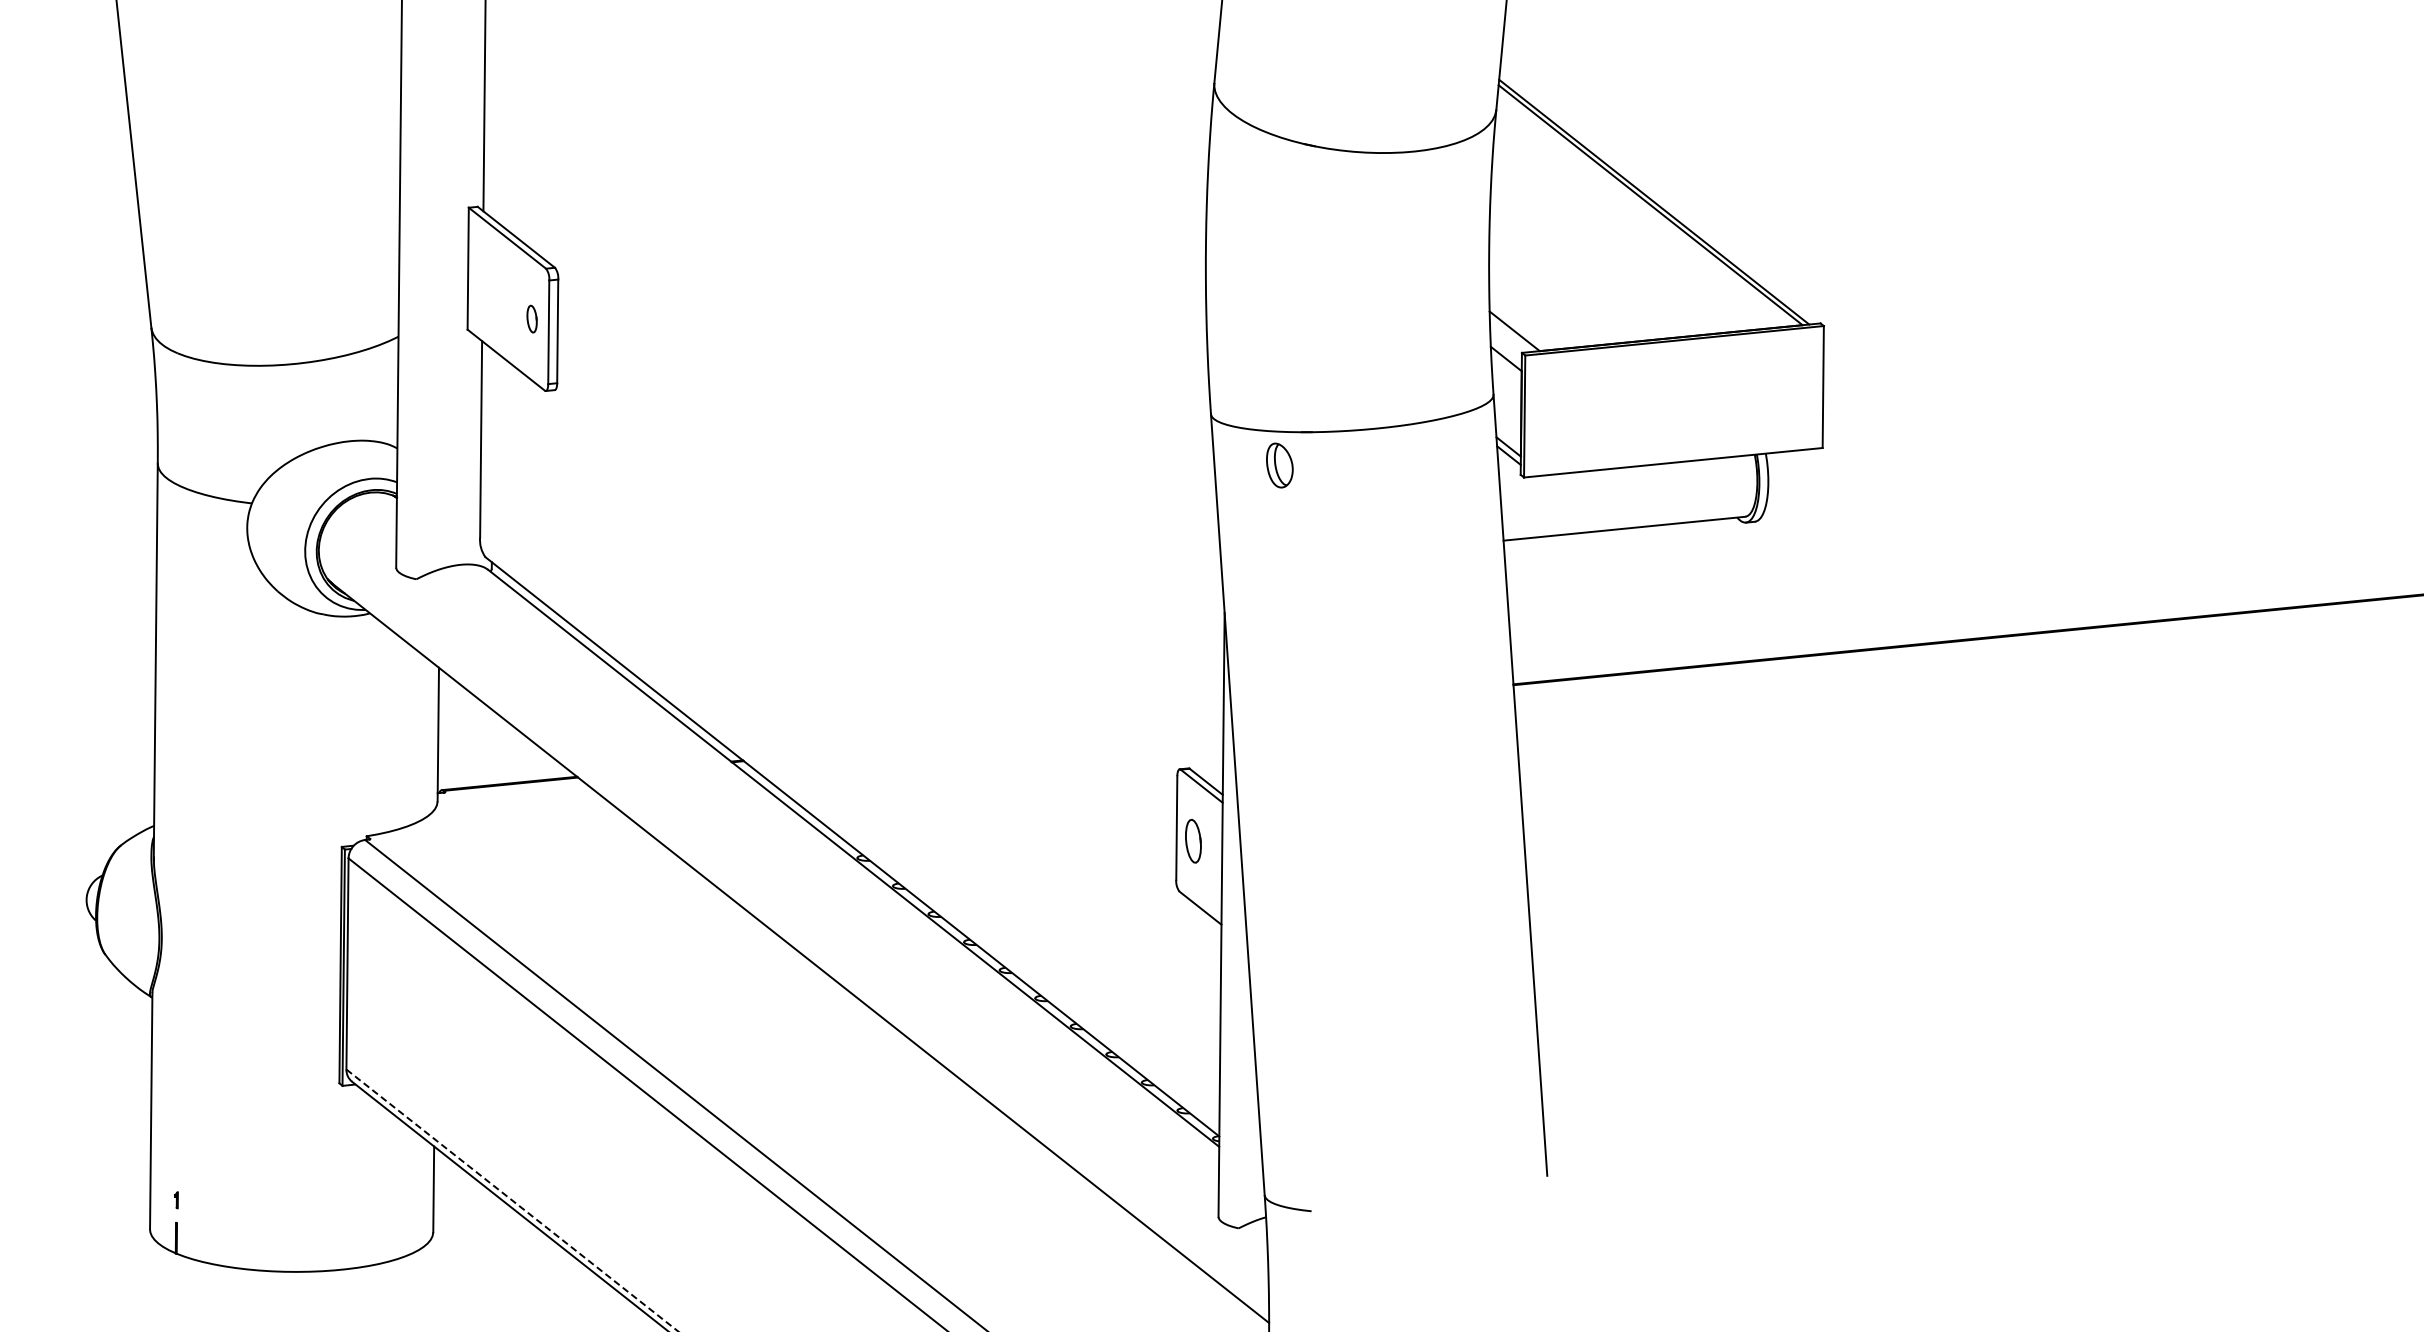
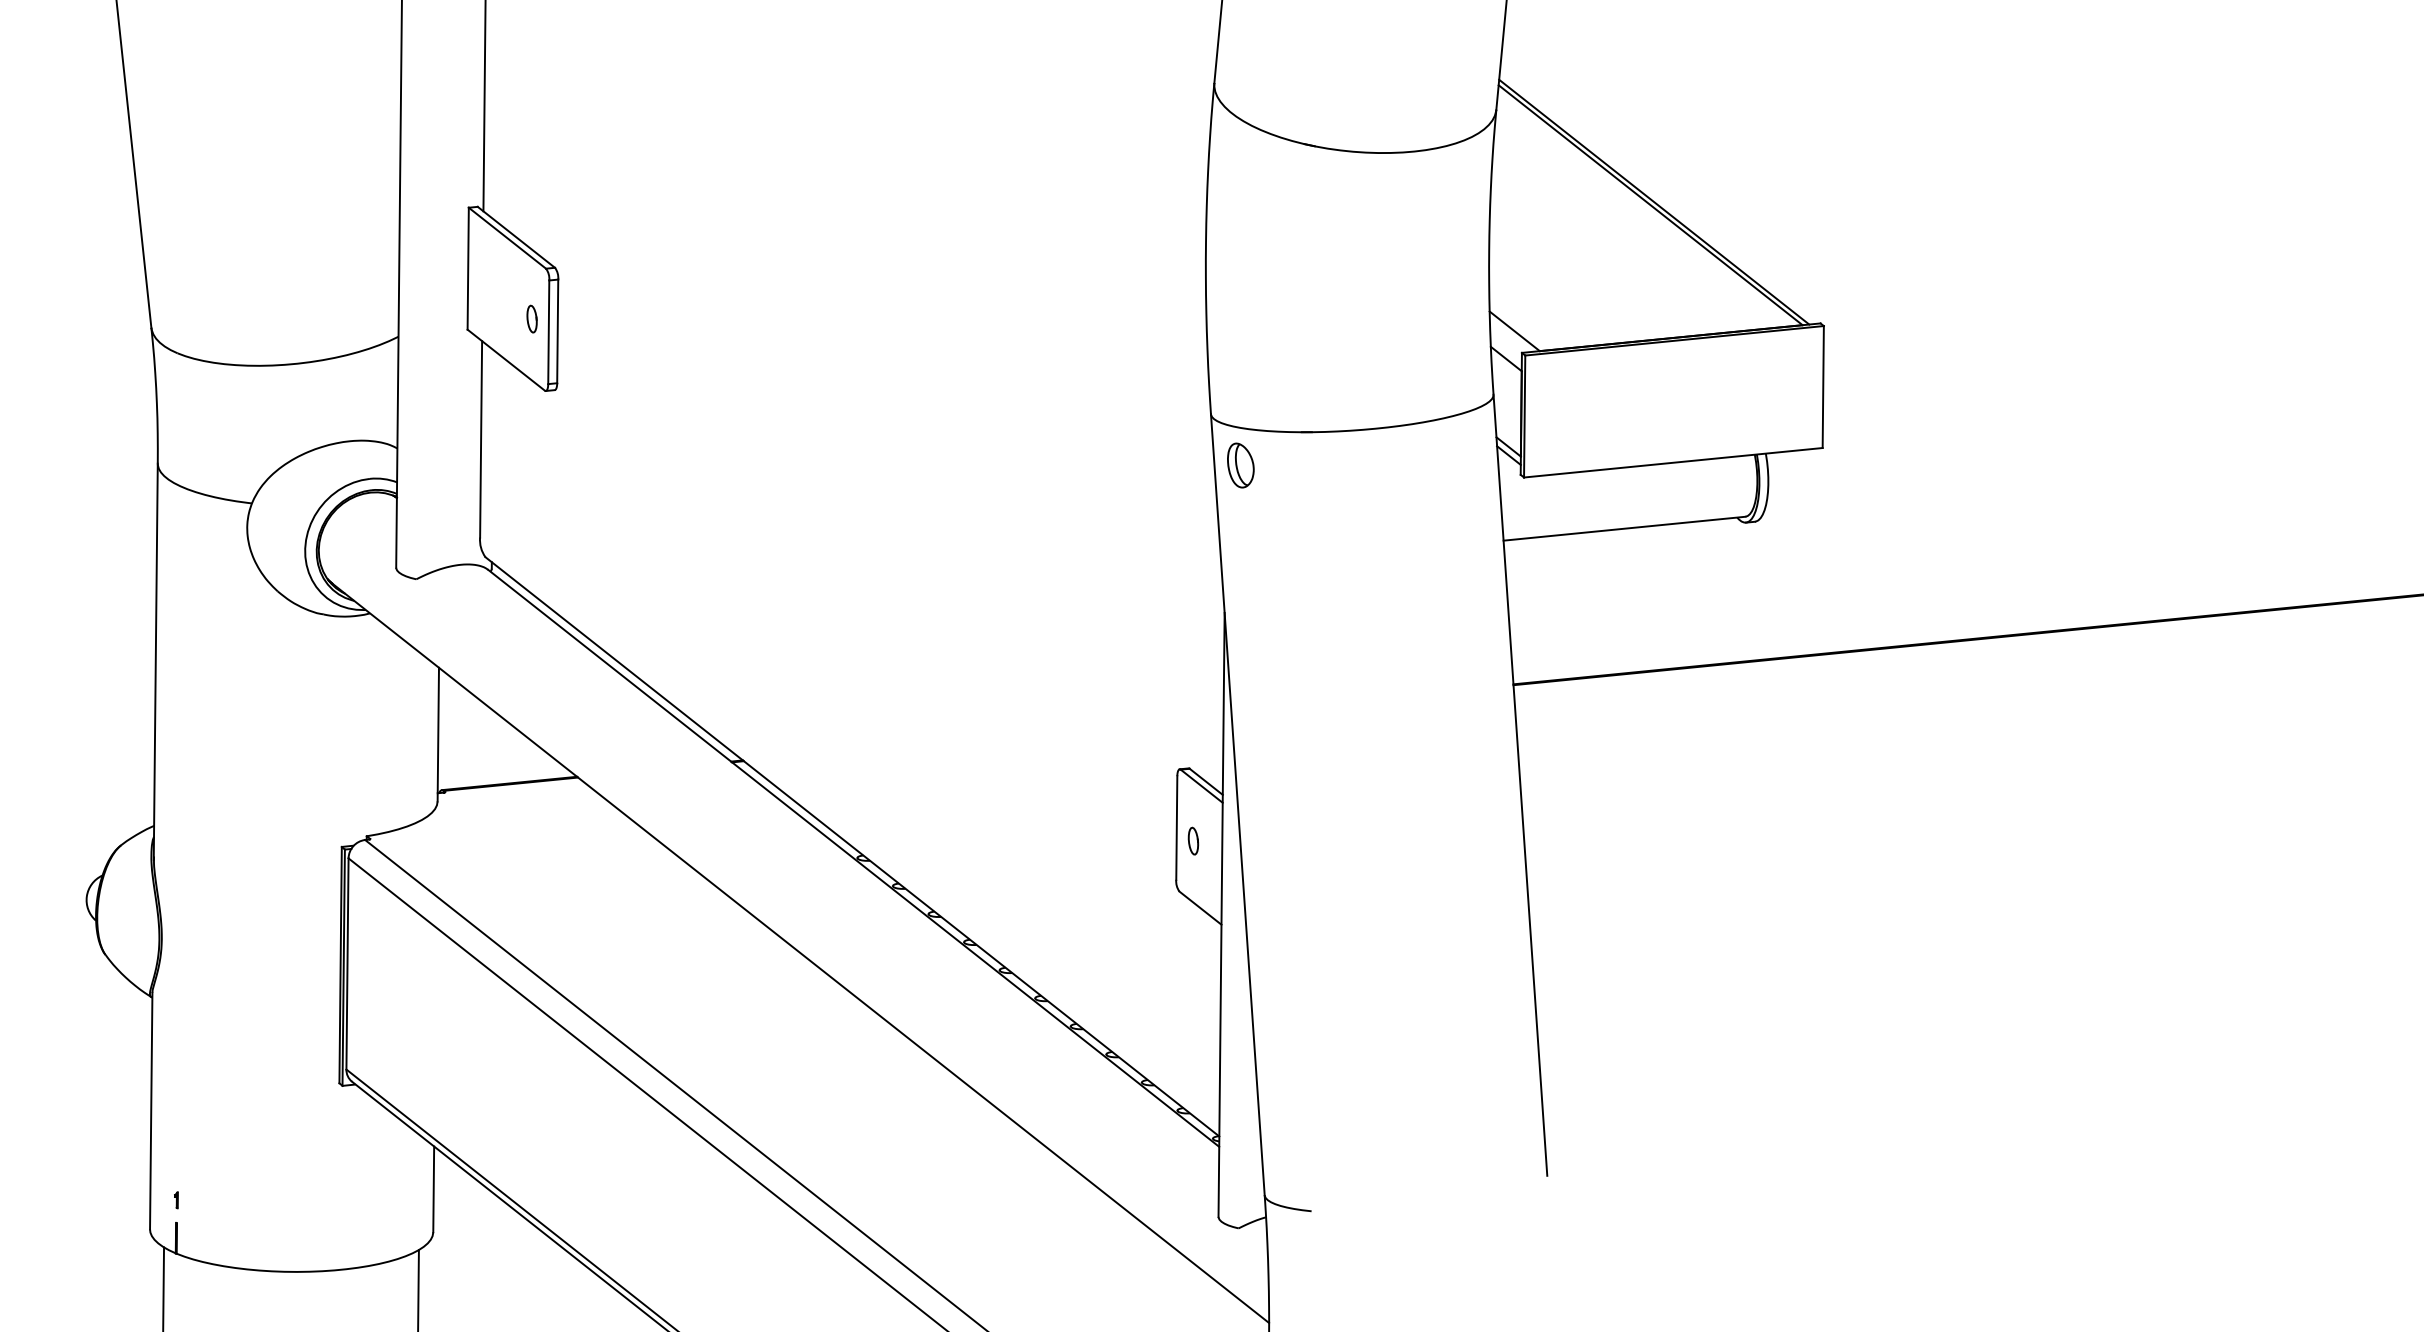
part at (1279, 465) position: (1279, 465) -> (1240, 465)
part at (1193, 841) size: 17x45 px -> 13x30 px
line at (512, 1200): dashed -> solid
line at (163, 1287): none -> present
line at (418, 1289): none -> present
